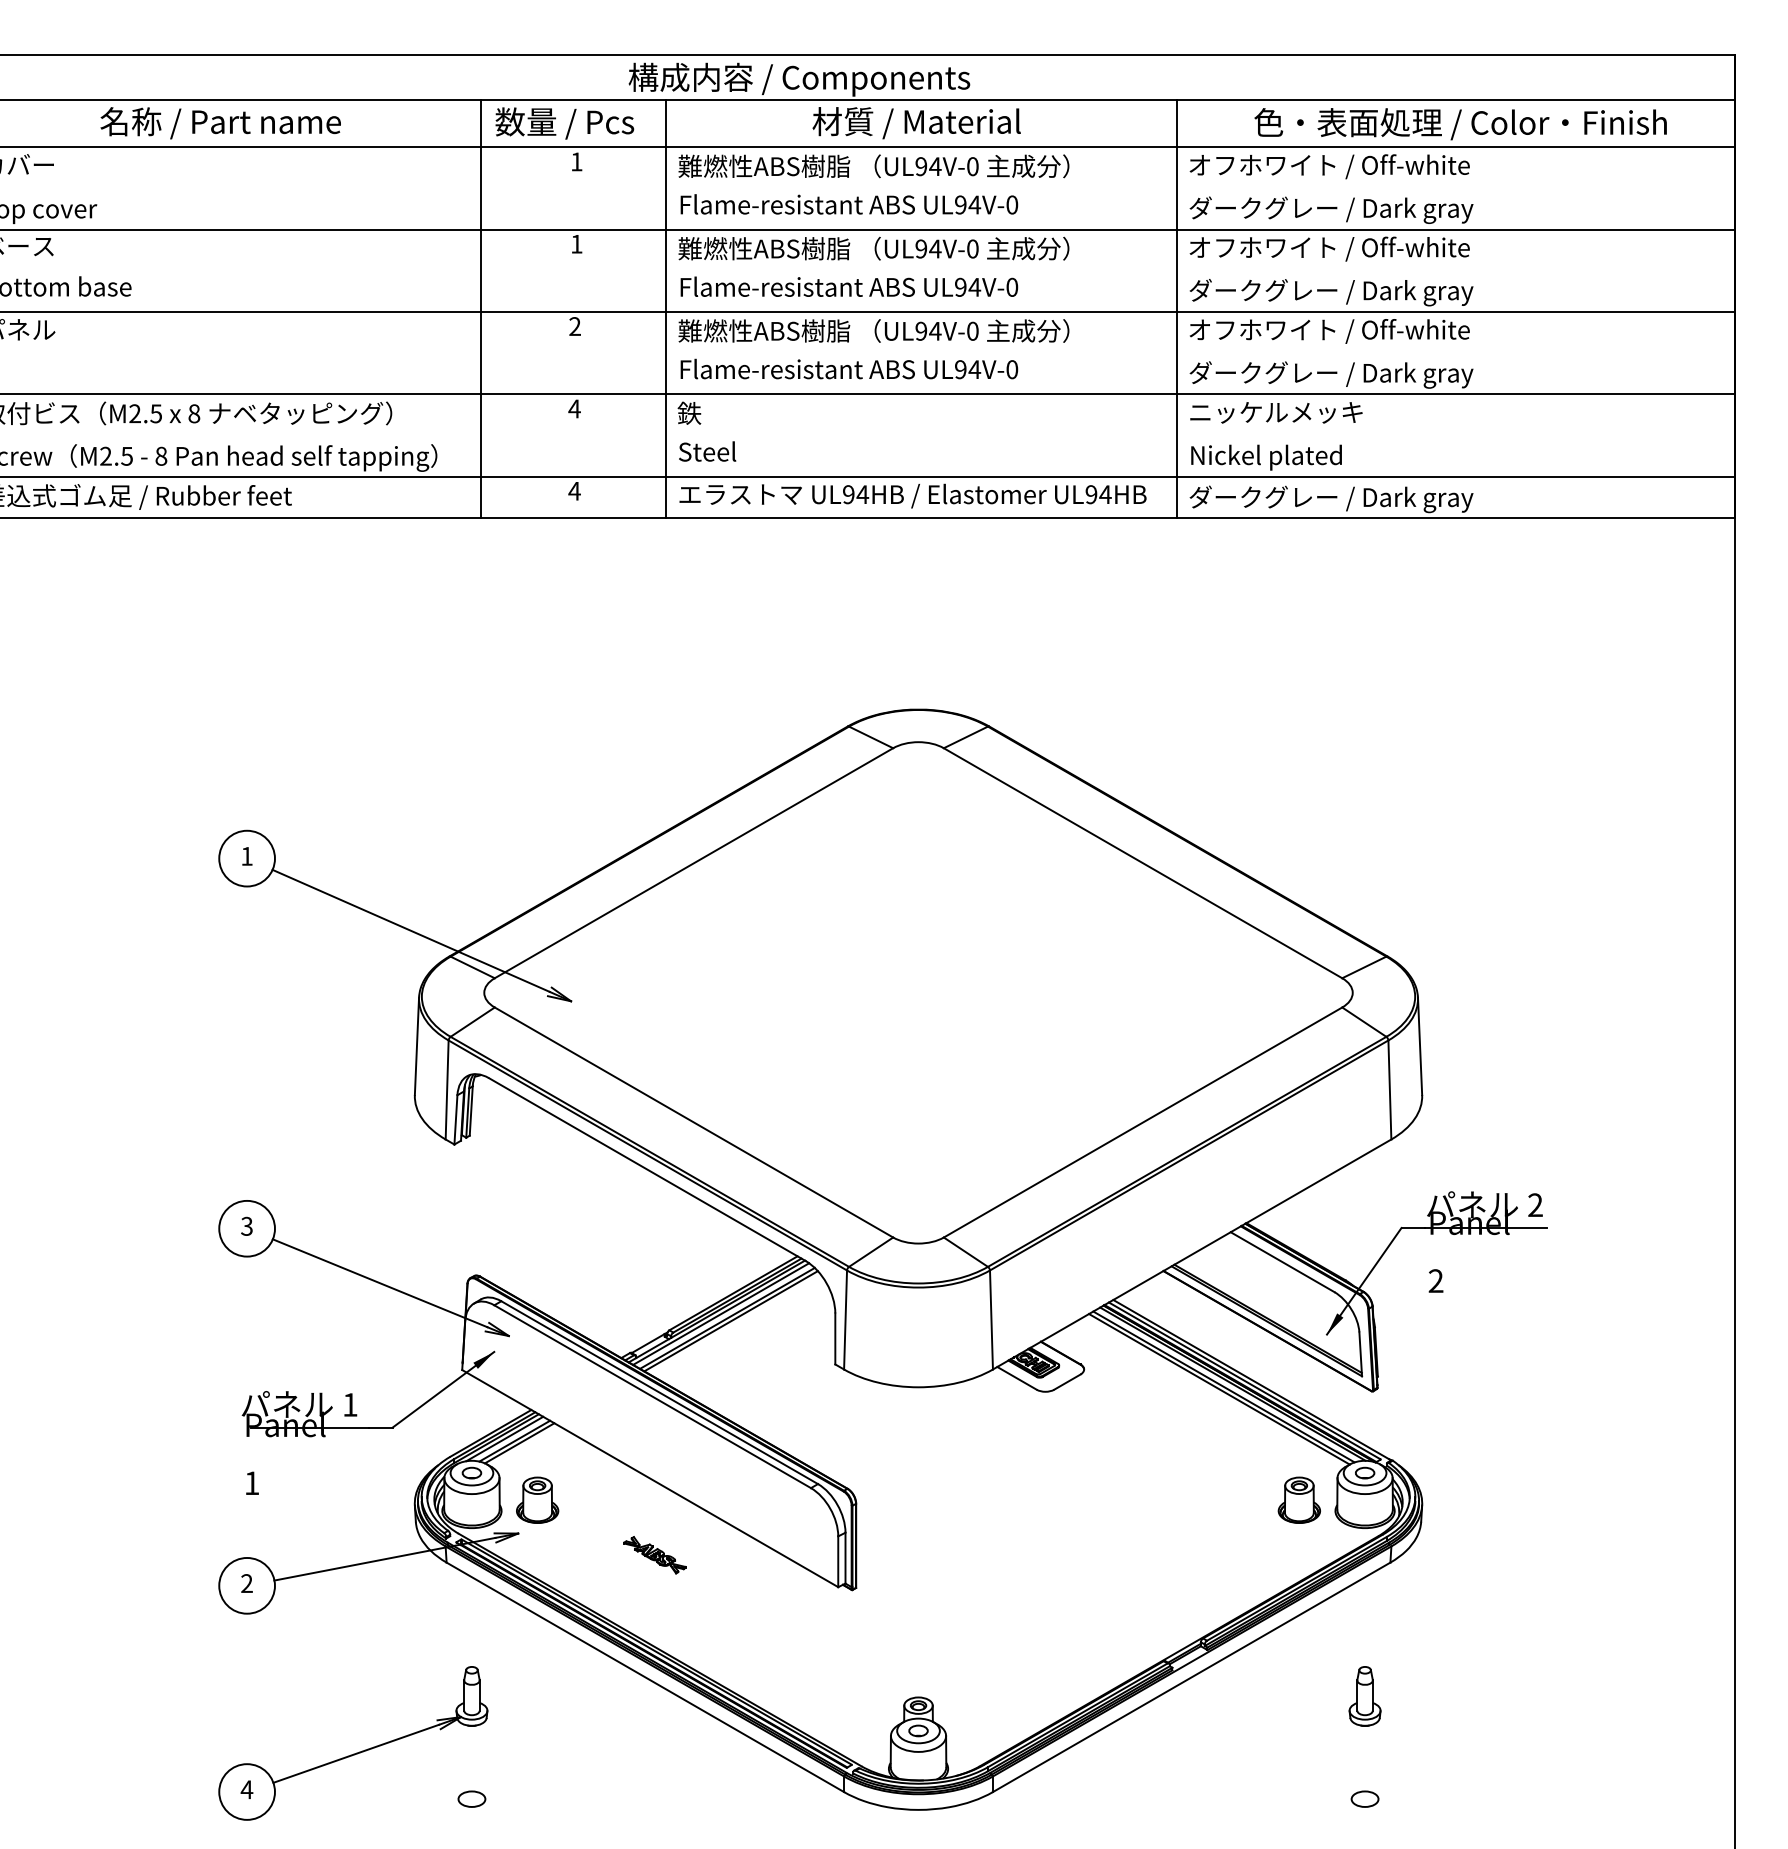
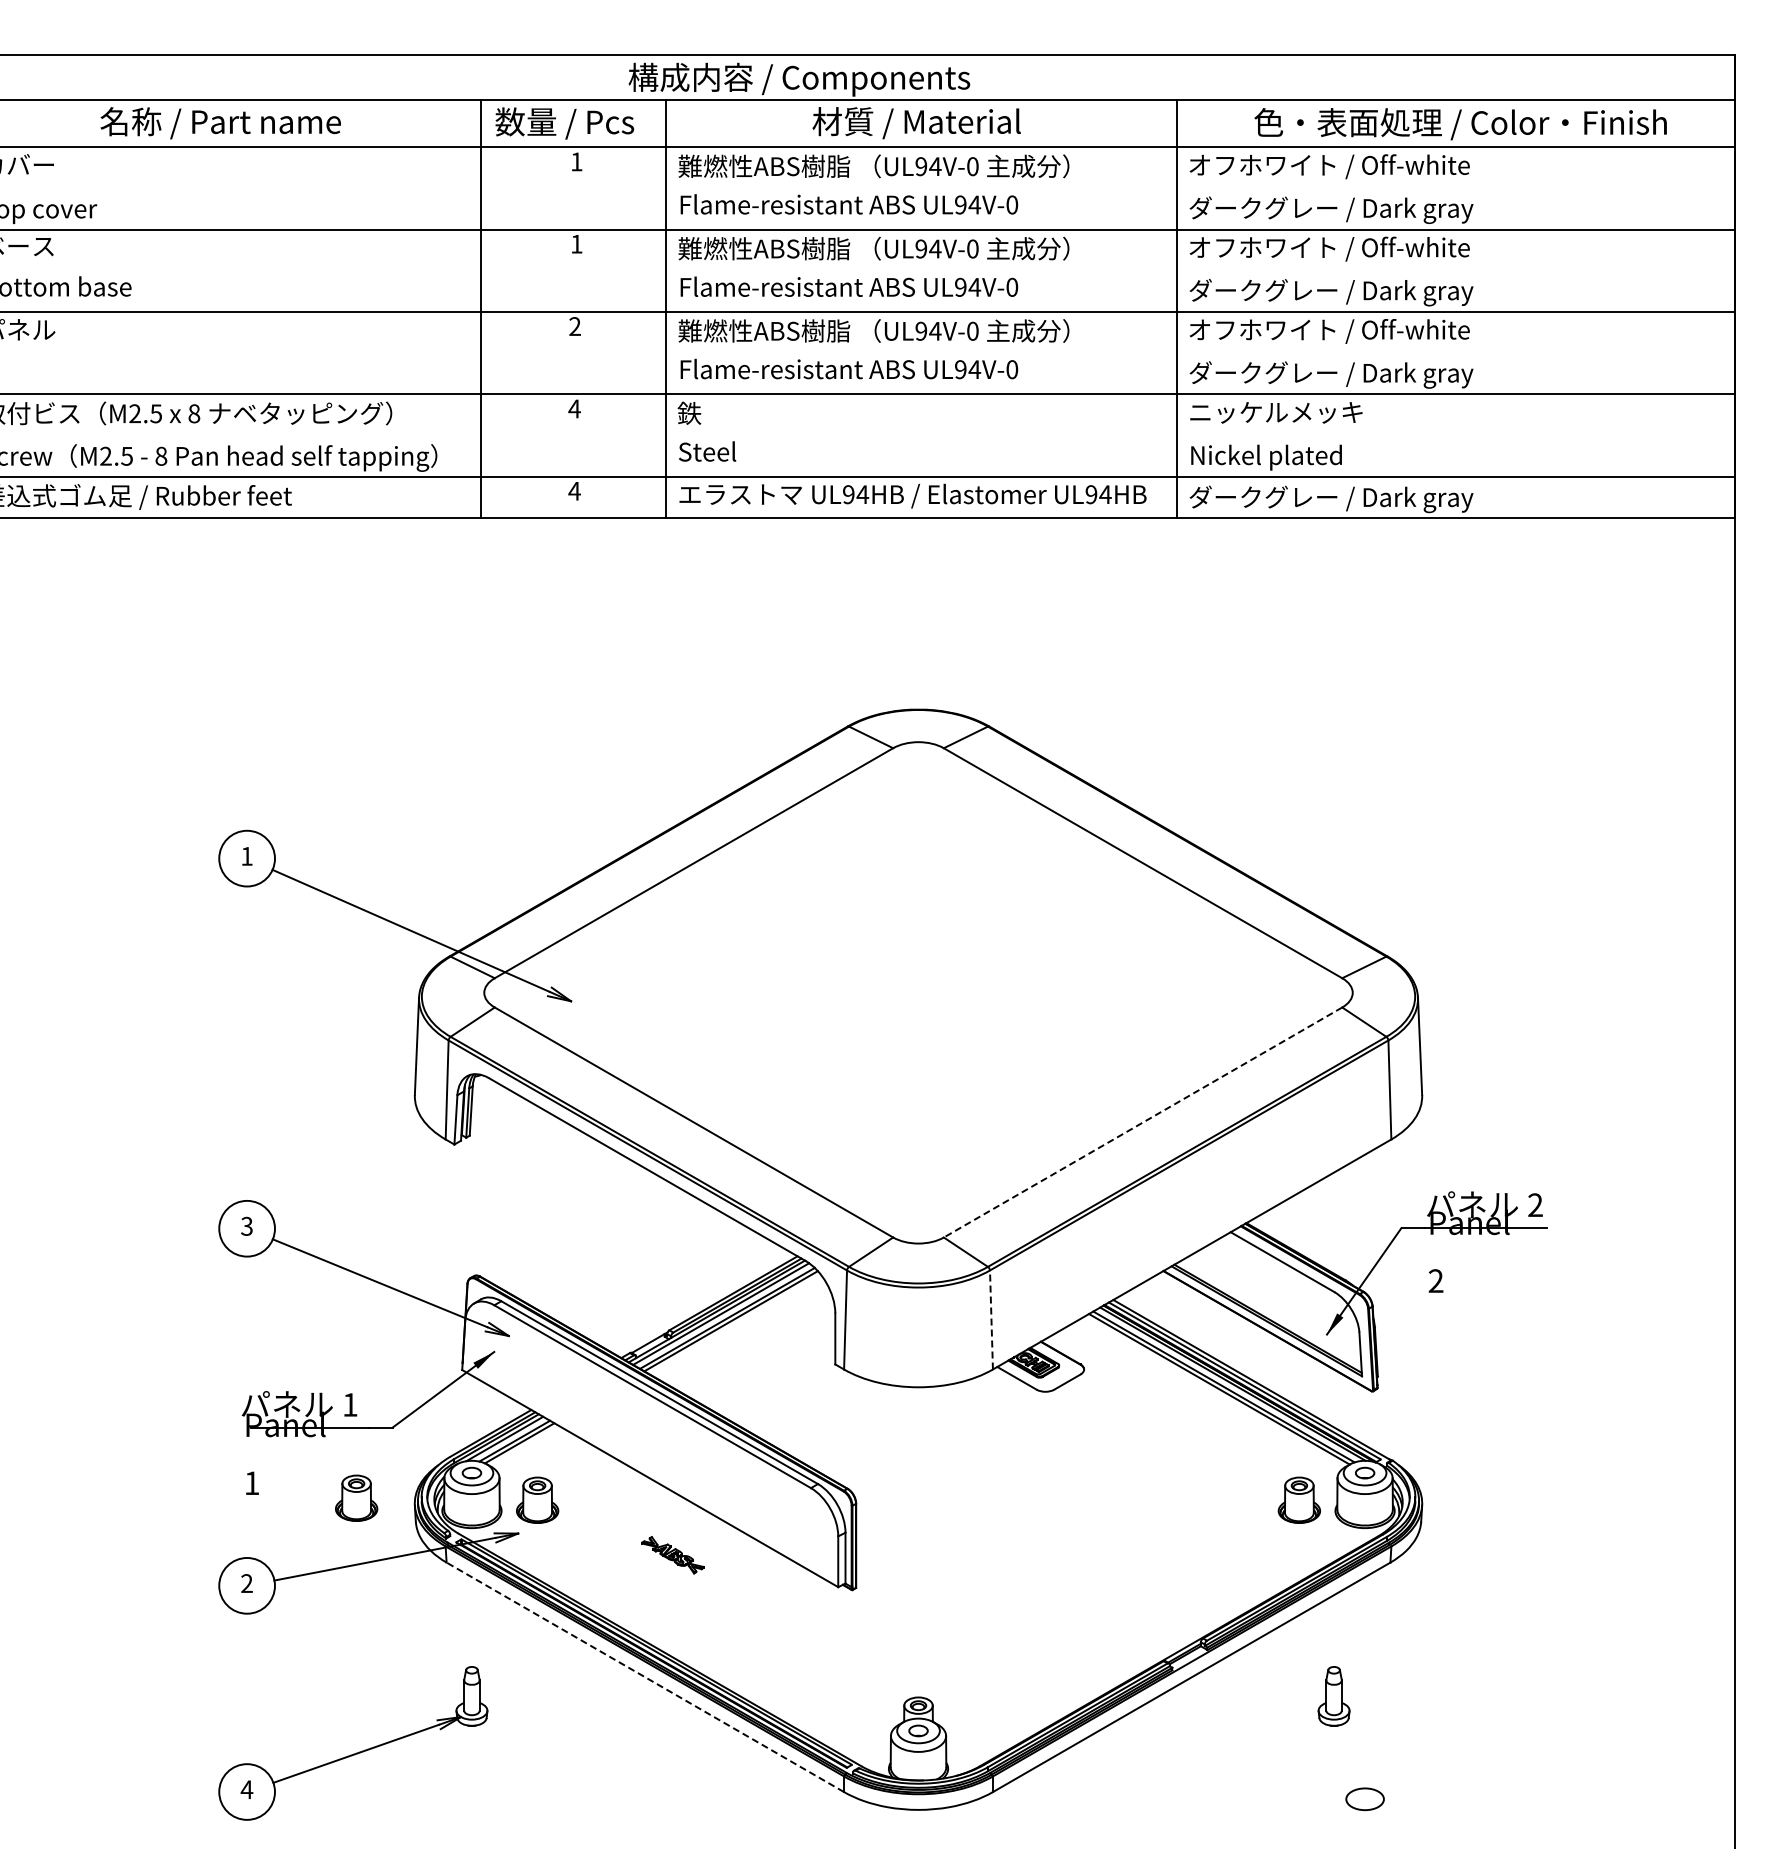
line at (1142, 1122): solid -> dashed
line at (991, 1319): solid -> dashed
part at (356, 1497): none -> present
part at (654, 1555) position: (654, 1555) -> (672, 1555)
line at (644, 1677): solid -> dashed
part at (1364, 1696) position: (1364, 1696) -> (1333, 1696)
part at (471, 1798): present -> none
part at (1364, 1798) size: 30x18 px -> 40x25 px
